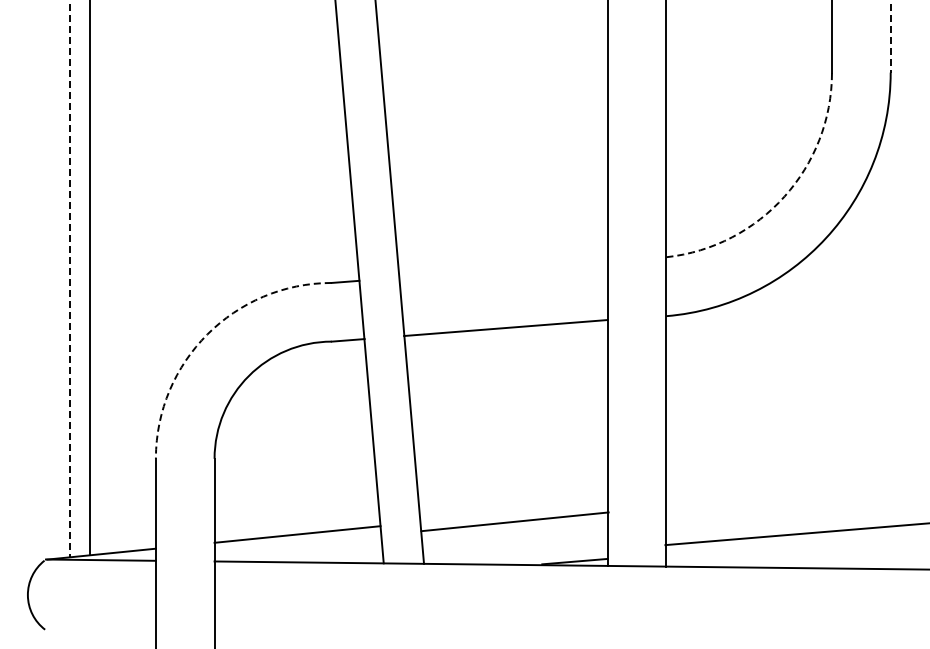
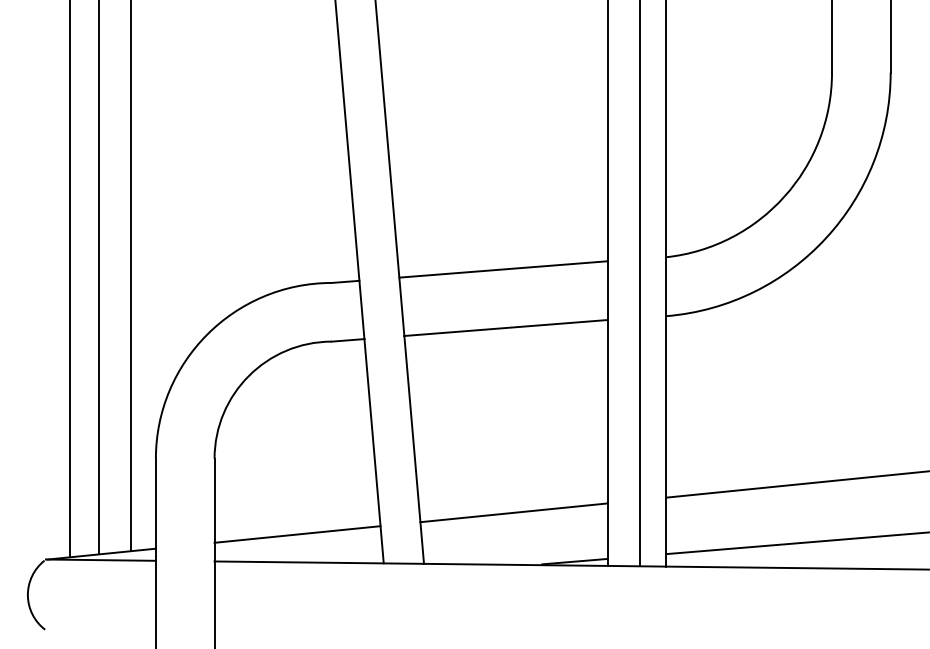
line at (890, 36): dashed -> solid
arc at (784, 196): dashed -> solid
line at (503, 269): none -> present
line at (131, 276): none -> present
line at (90, 278) position: (90, 278) -> (99, 278)
line at (69, 279): dashed -> solid
line at (640, 284): none -> present
arc at (207, 334): dashed -> solid
line at (796, 484): none -> present
line at (514, 521) position: (514, 521) -> (513, 512)
line at (795, 534) position: (795, 534) -> (796, 543)
